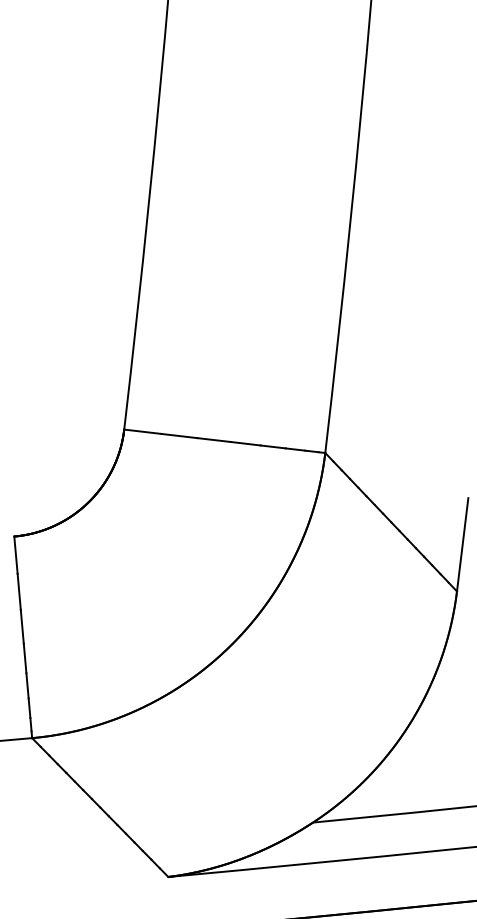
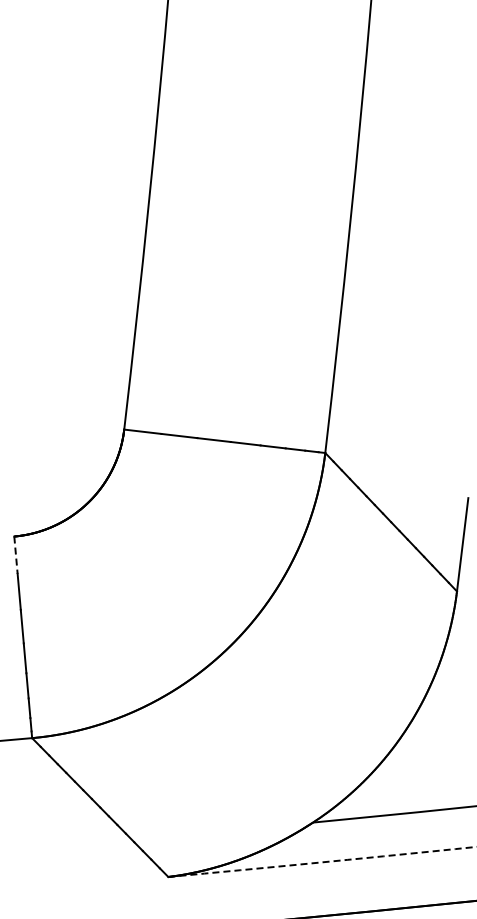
line at (15, 555): solid -> dashed
arc at (322, 862): solid -> dashed
